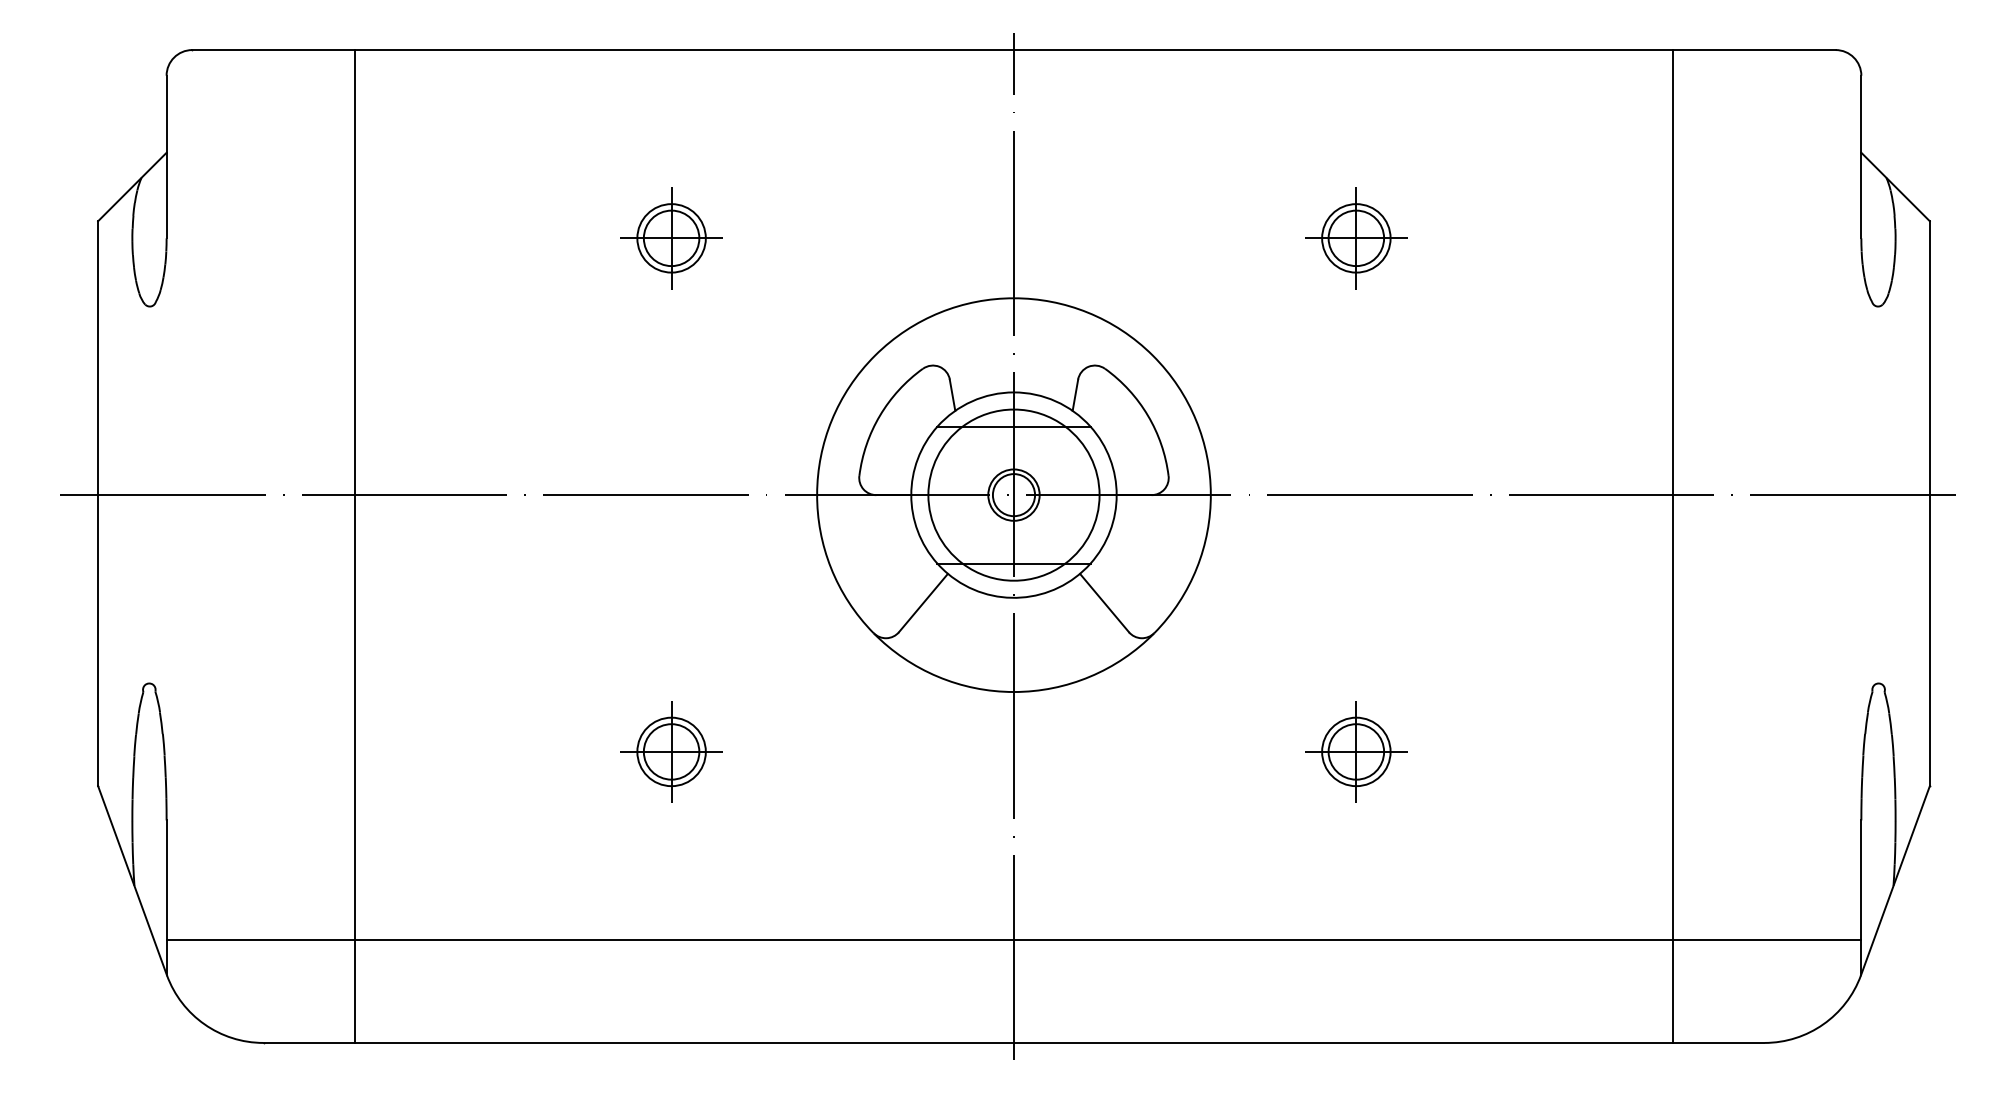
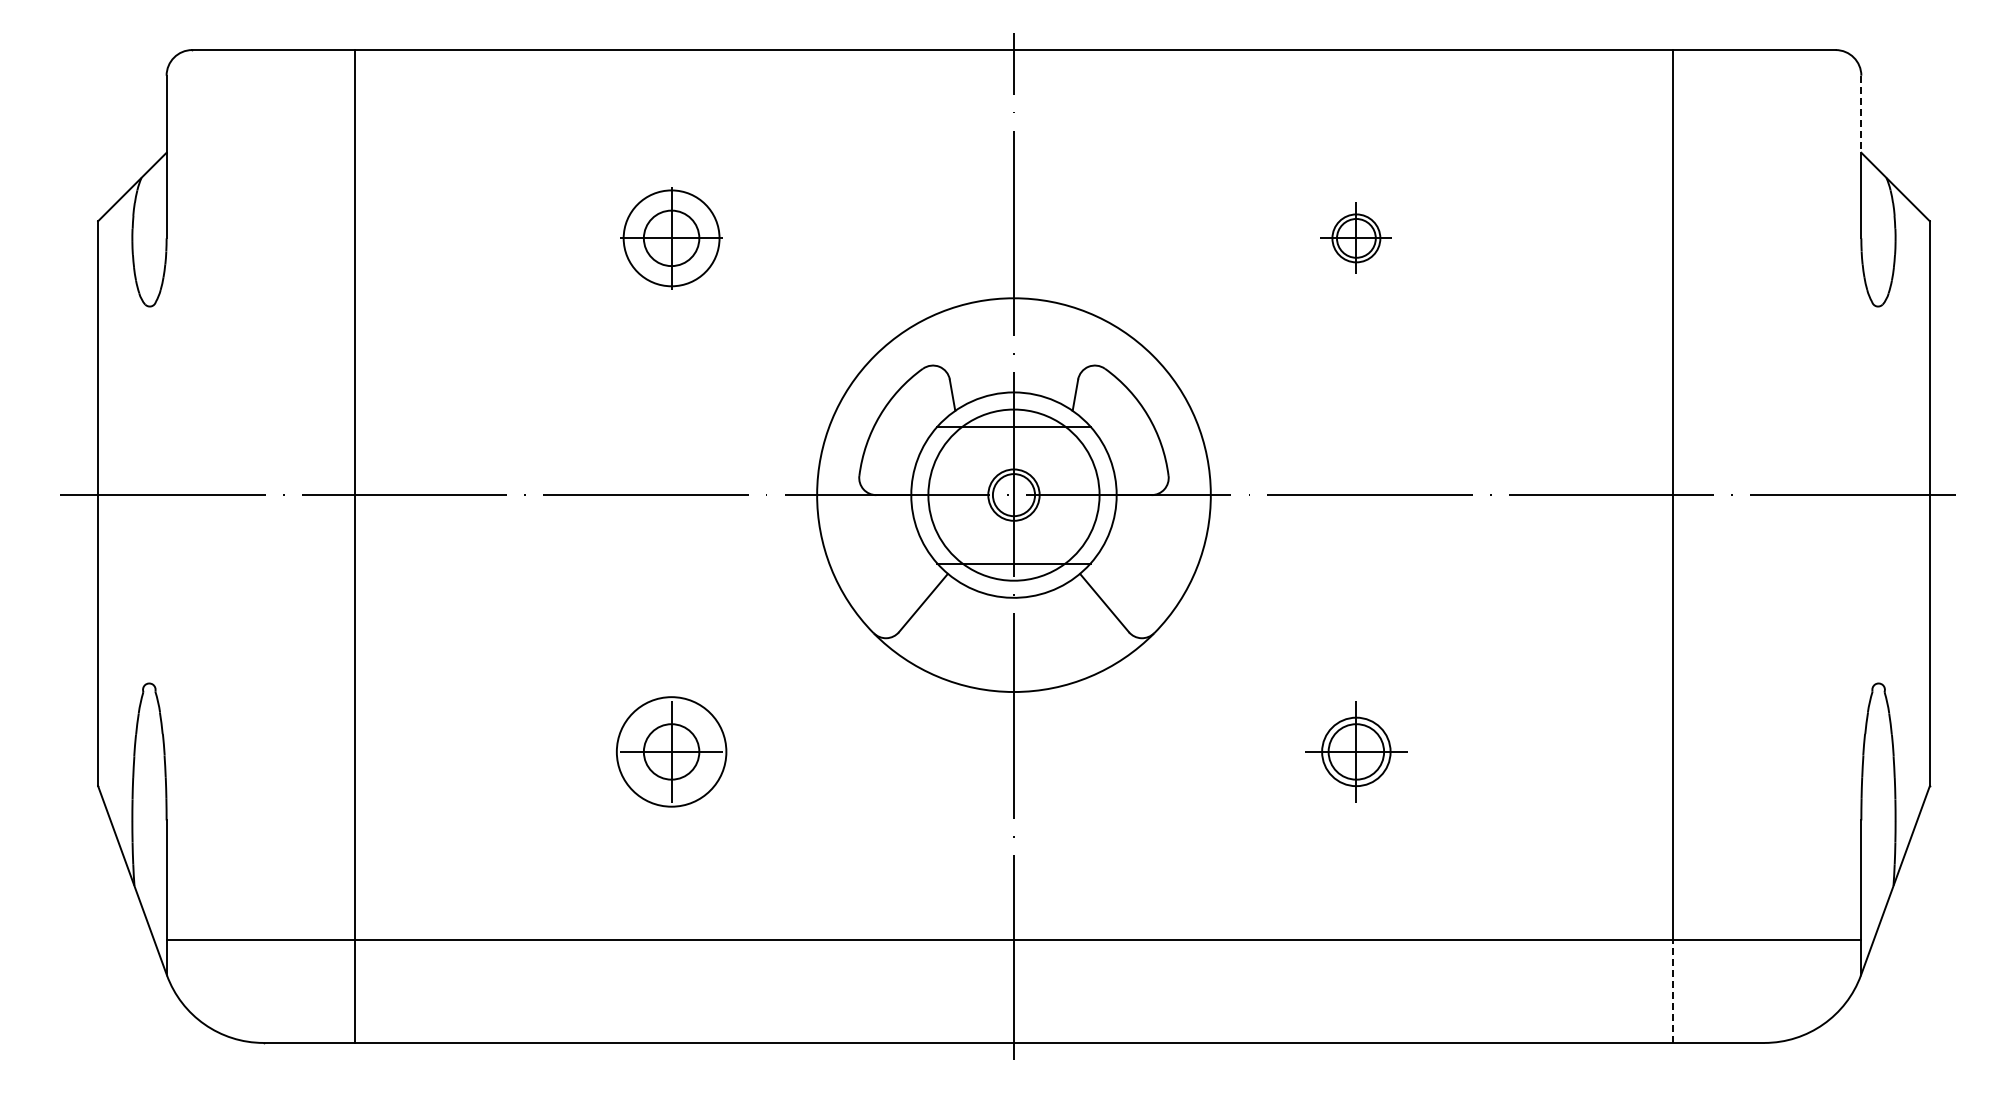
line at (1861, 114): solid -> dashed
circle at (671, 238) diameter: 68 px -> 96 px
part at (1356, 238) size: 103x103 px -> 72x72 px
circle at (671, 751) diameter: 68 px -> 110 px
line at (1673, 991): solid -> dashed
